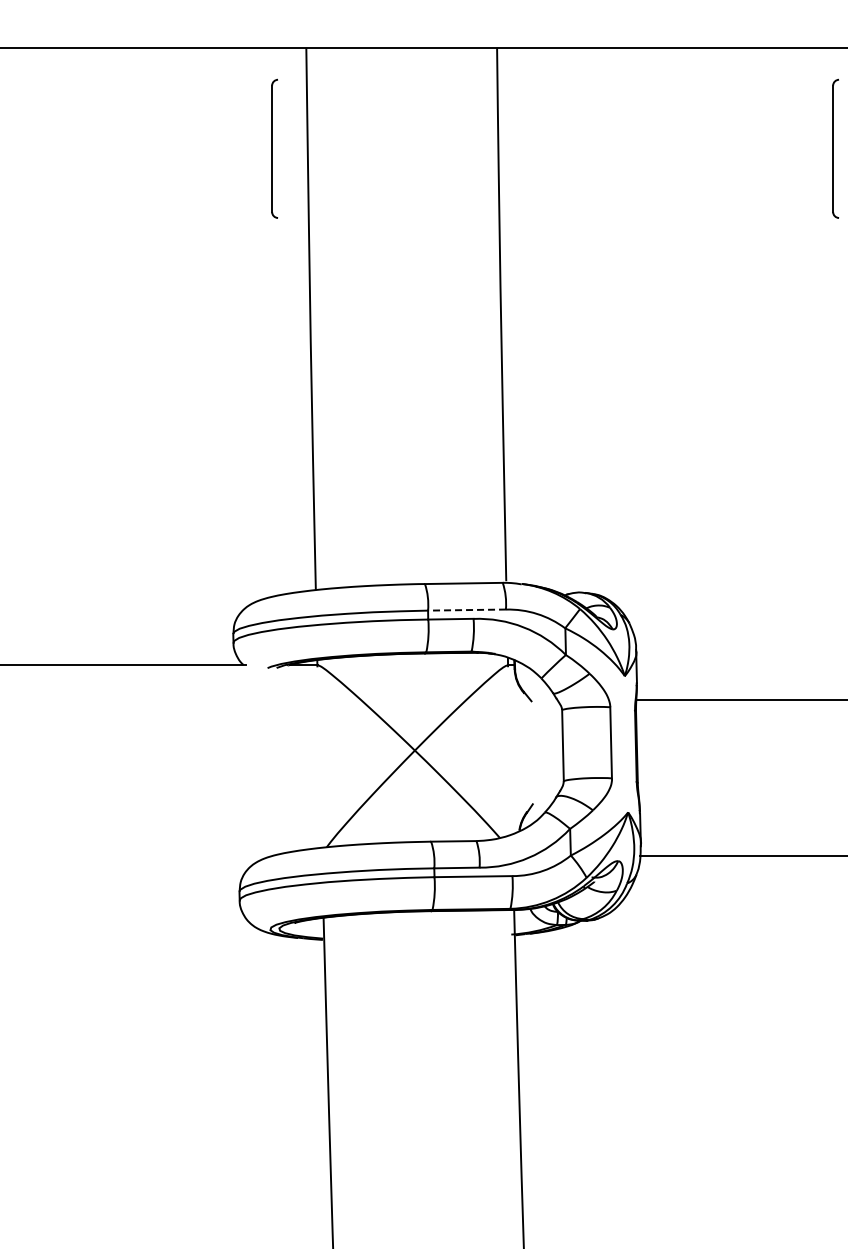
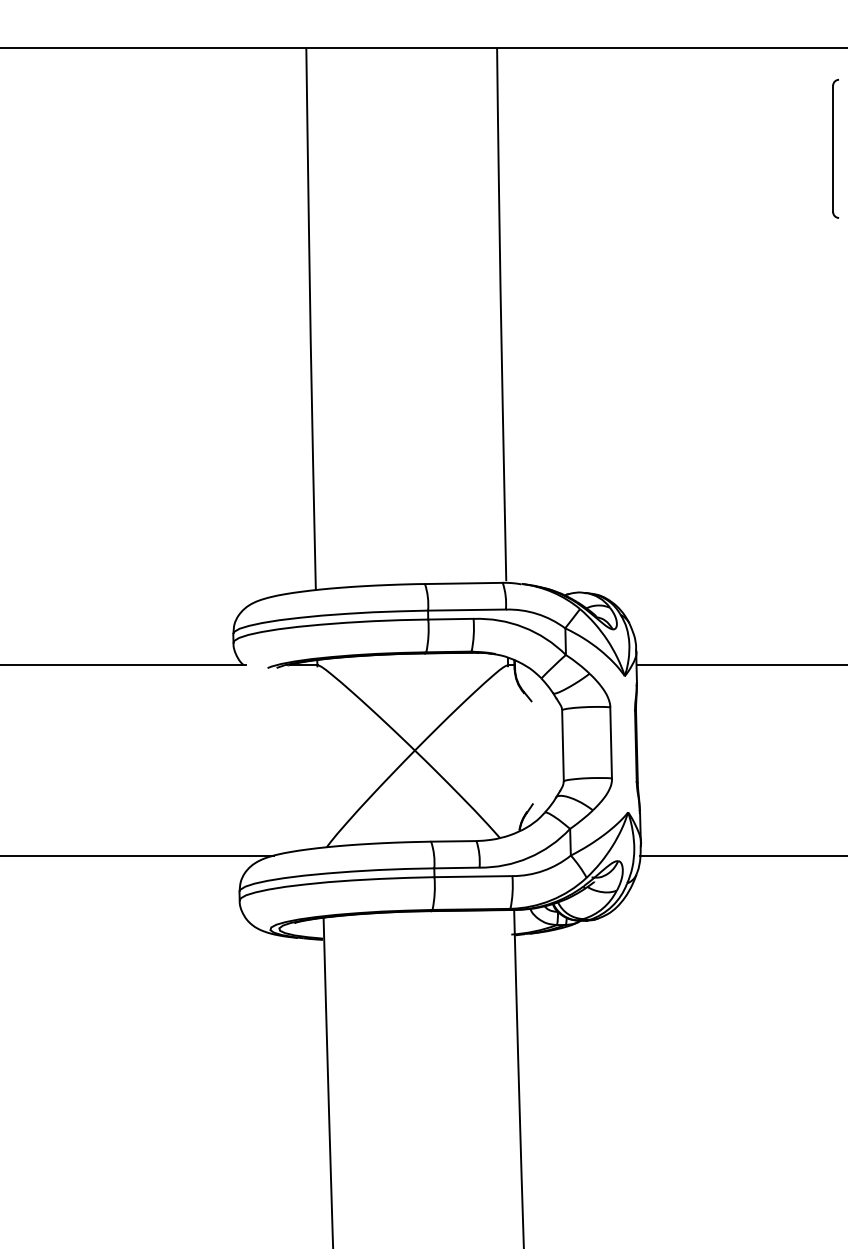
part at (274, 148): present -> none
line at (467, 610): dashed -> solid
line at (740, 700) position: (740, 700) -> (740, 665)
line at (137, 855): none -> present
